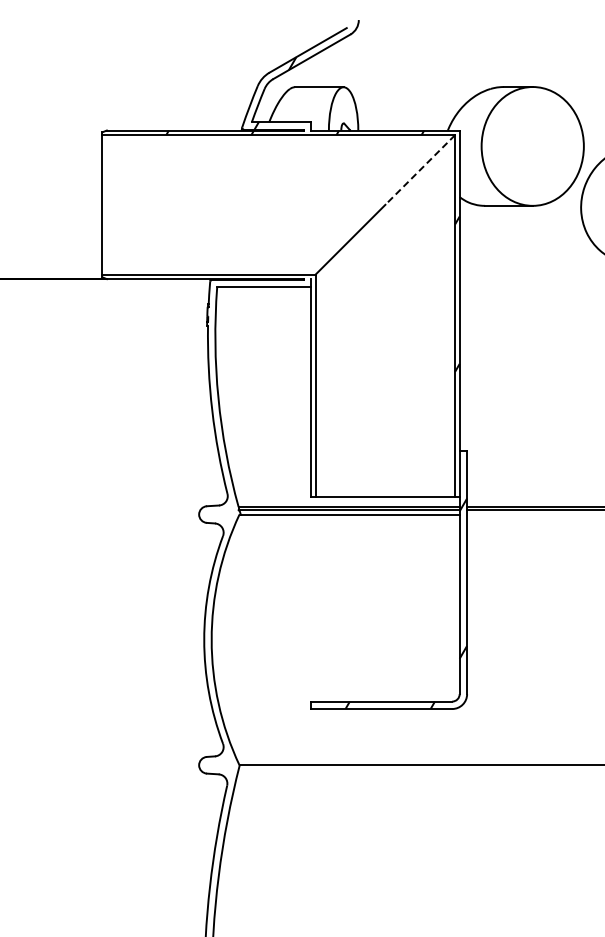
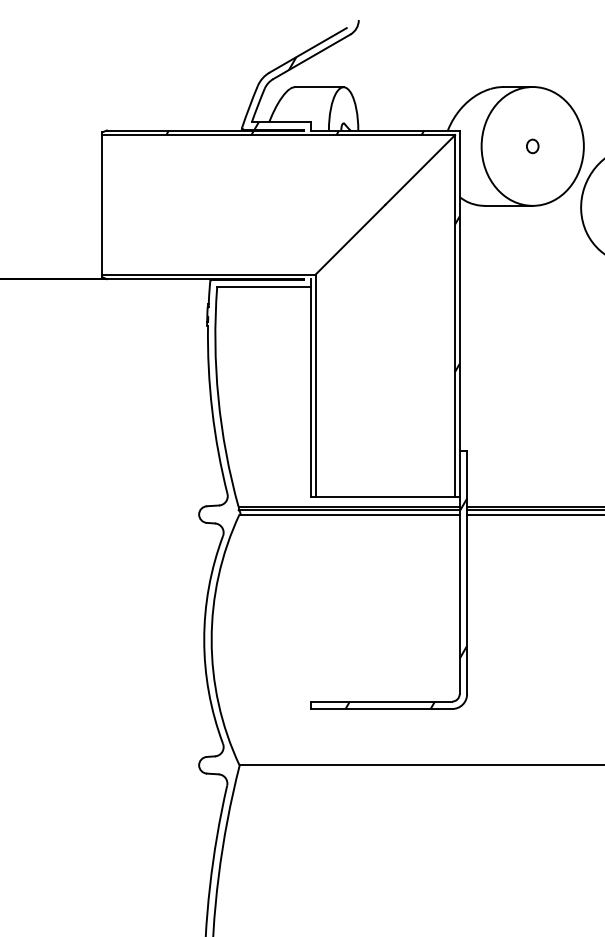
part at (532, 146): none -> present
line at (419, 170): dashed -> solid
line at (534, 514): none -> present
